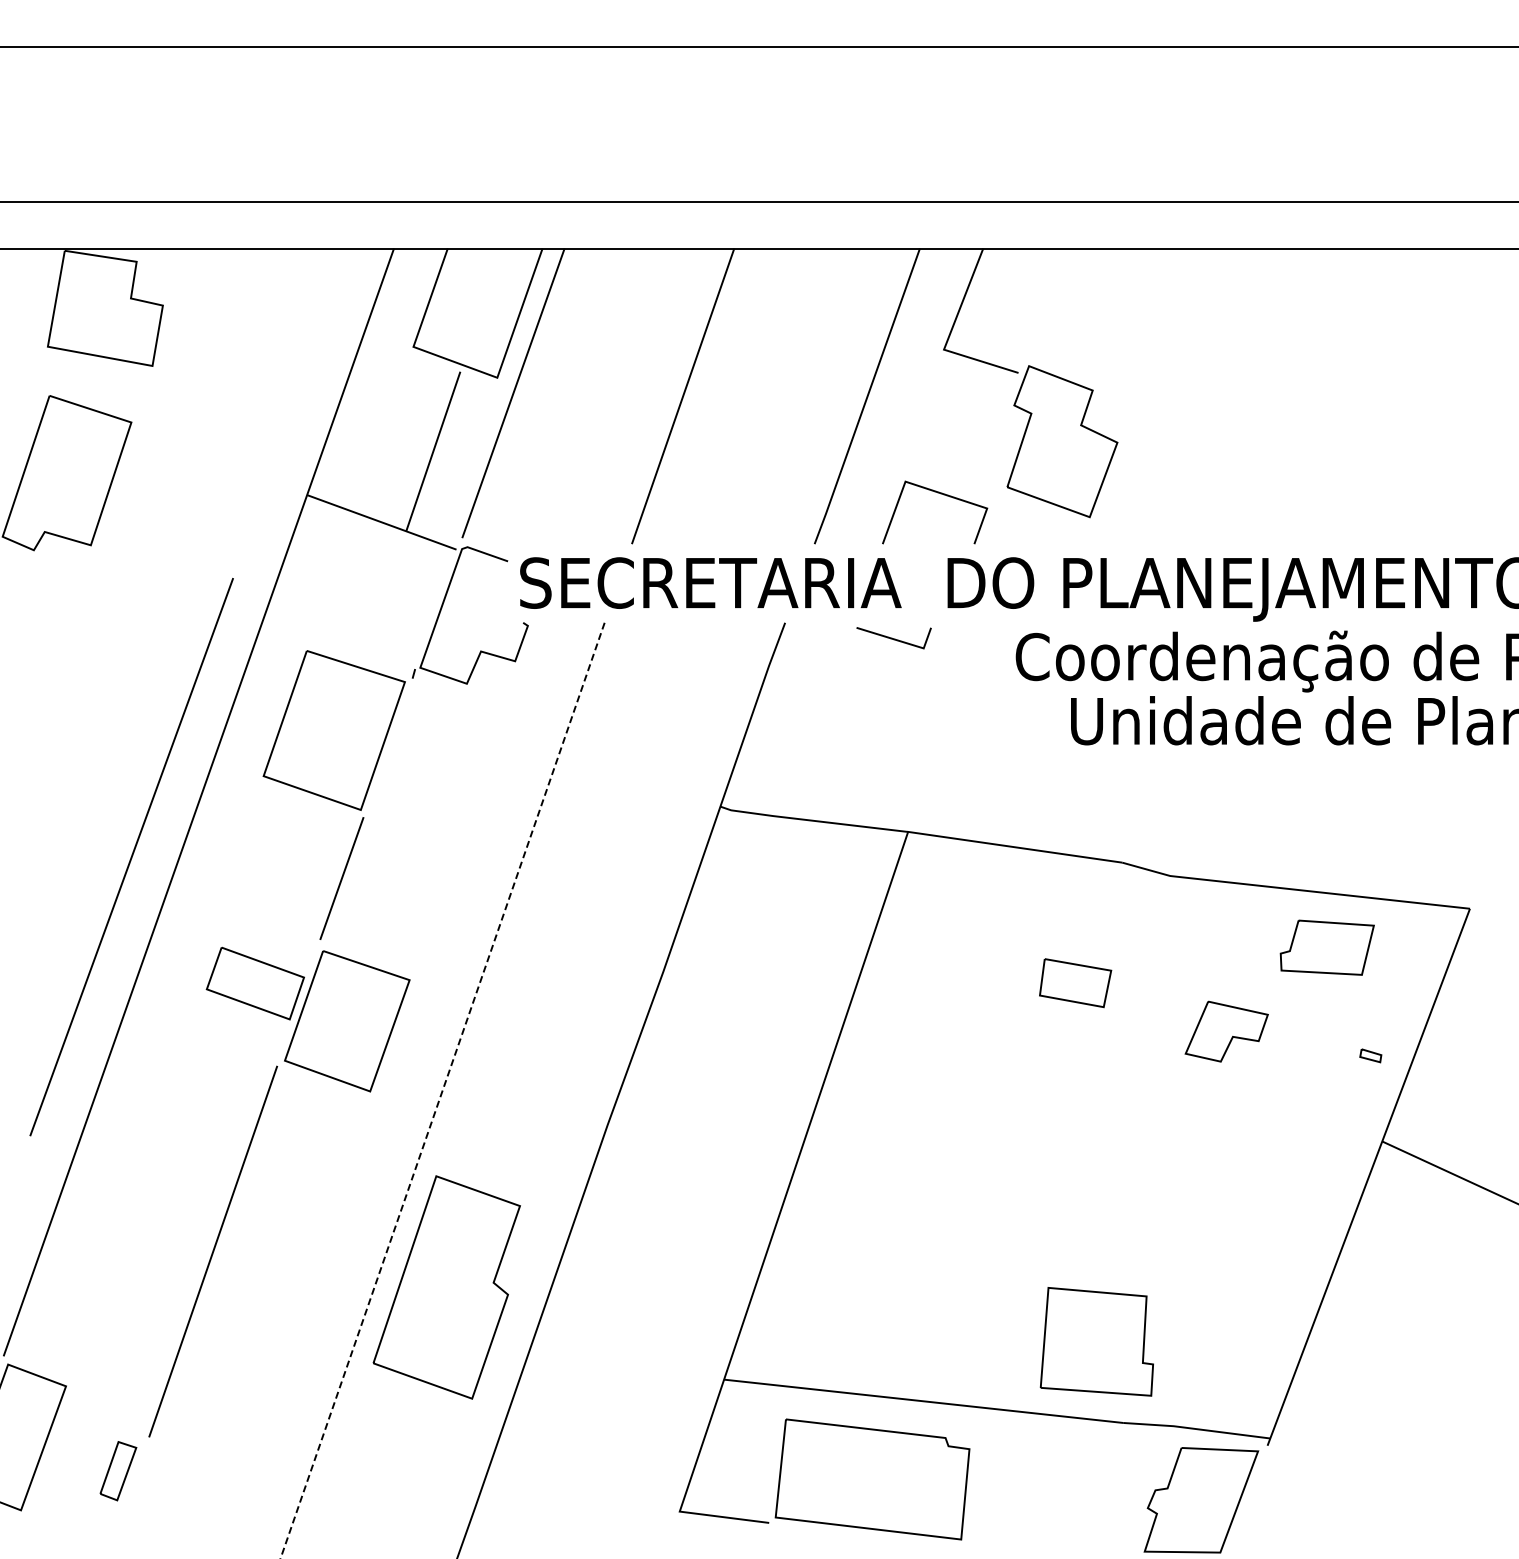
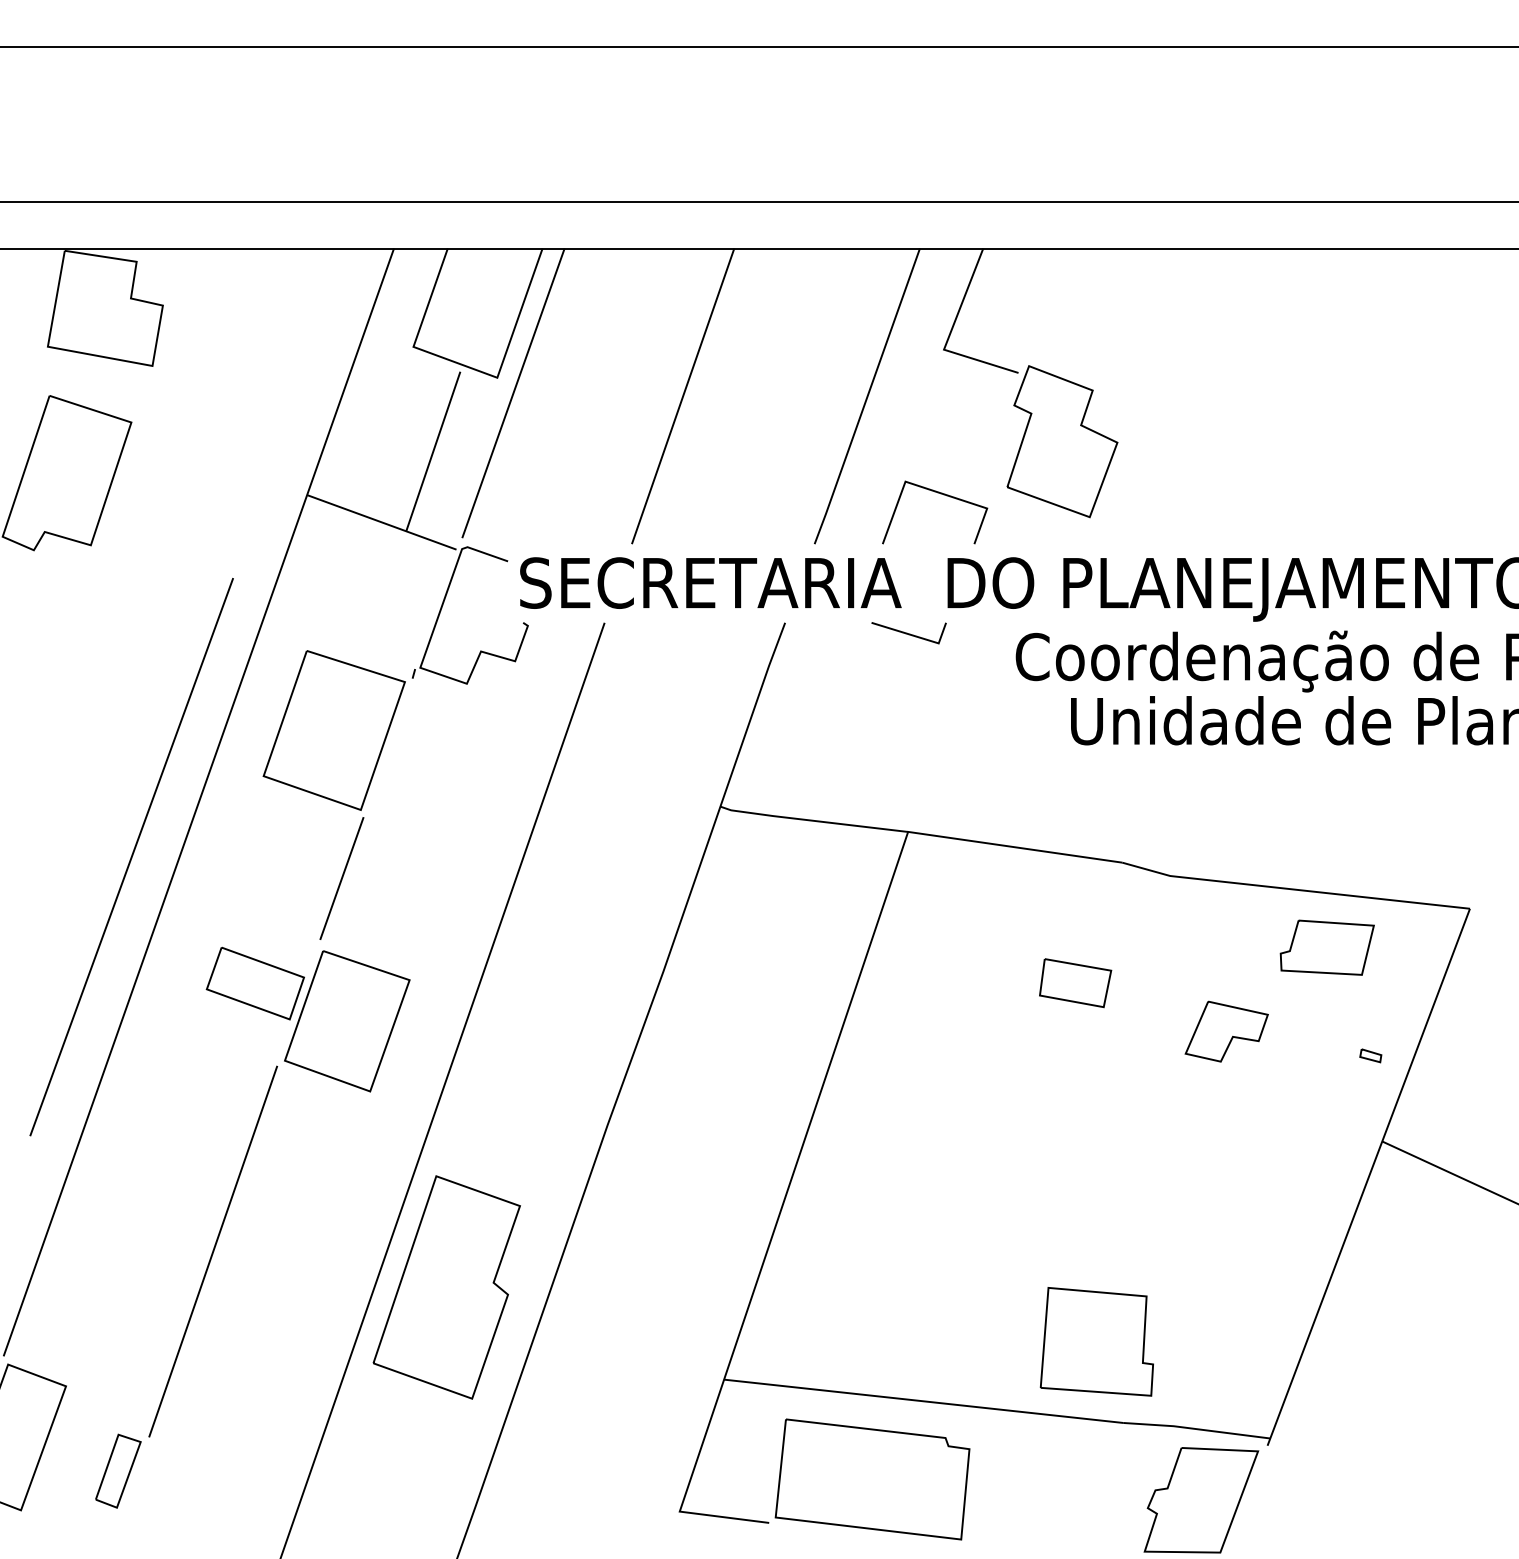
line at (893, 638) position: (893, 638) -> (908, 633)
line at (442, 1091): dashed -> solid
part at (118, 1471) size: 39x61 px -> 47x76 px
